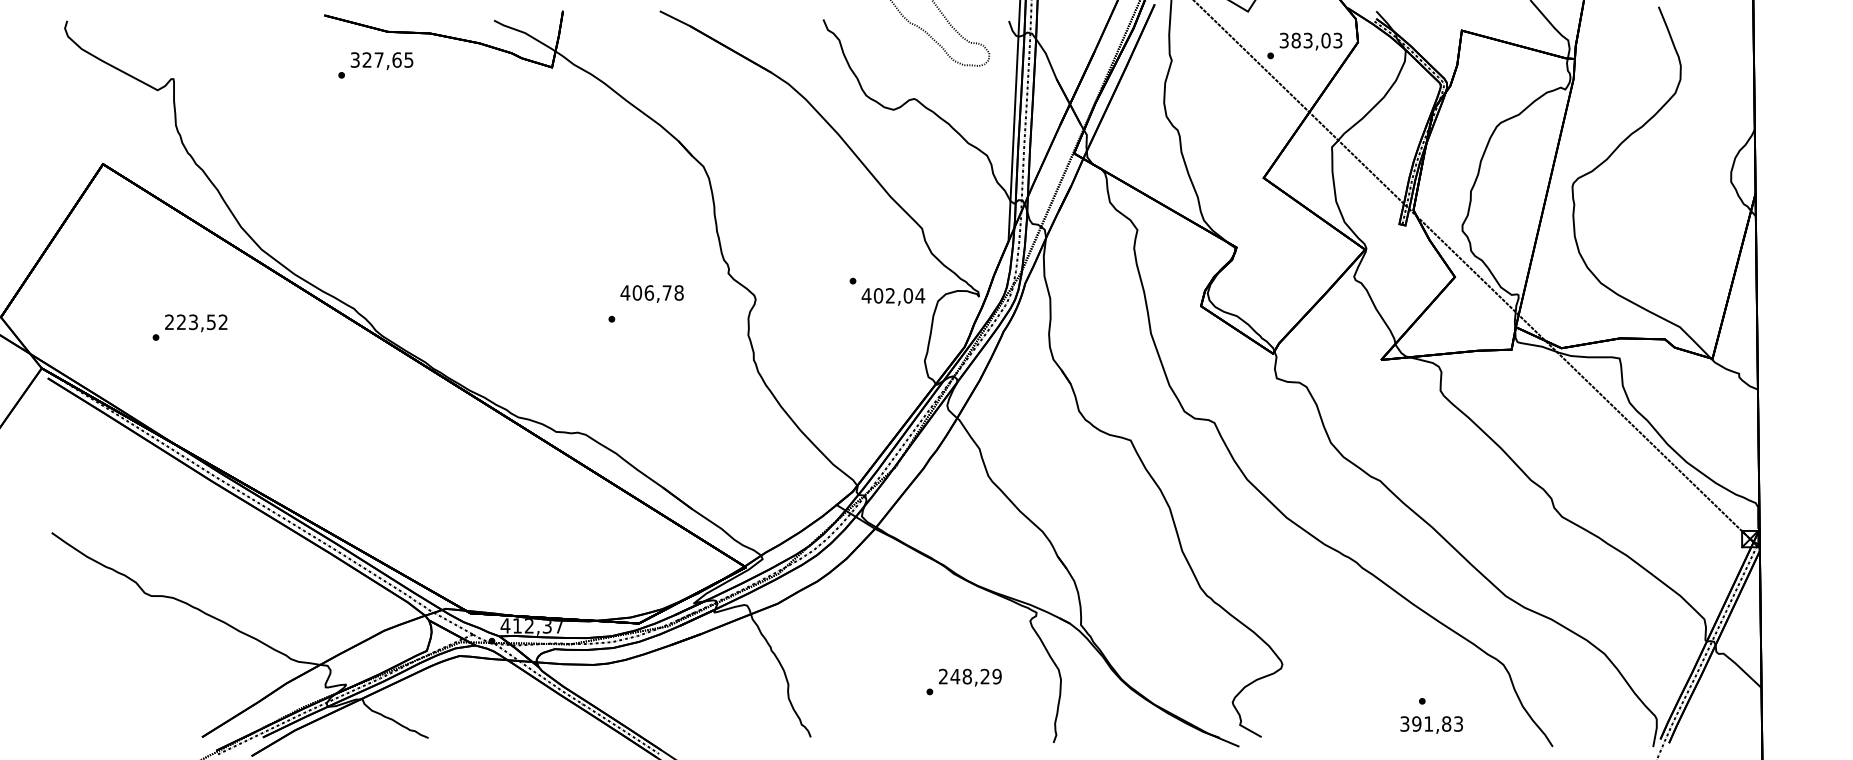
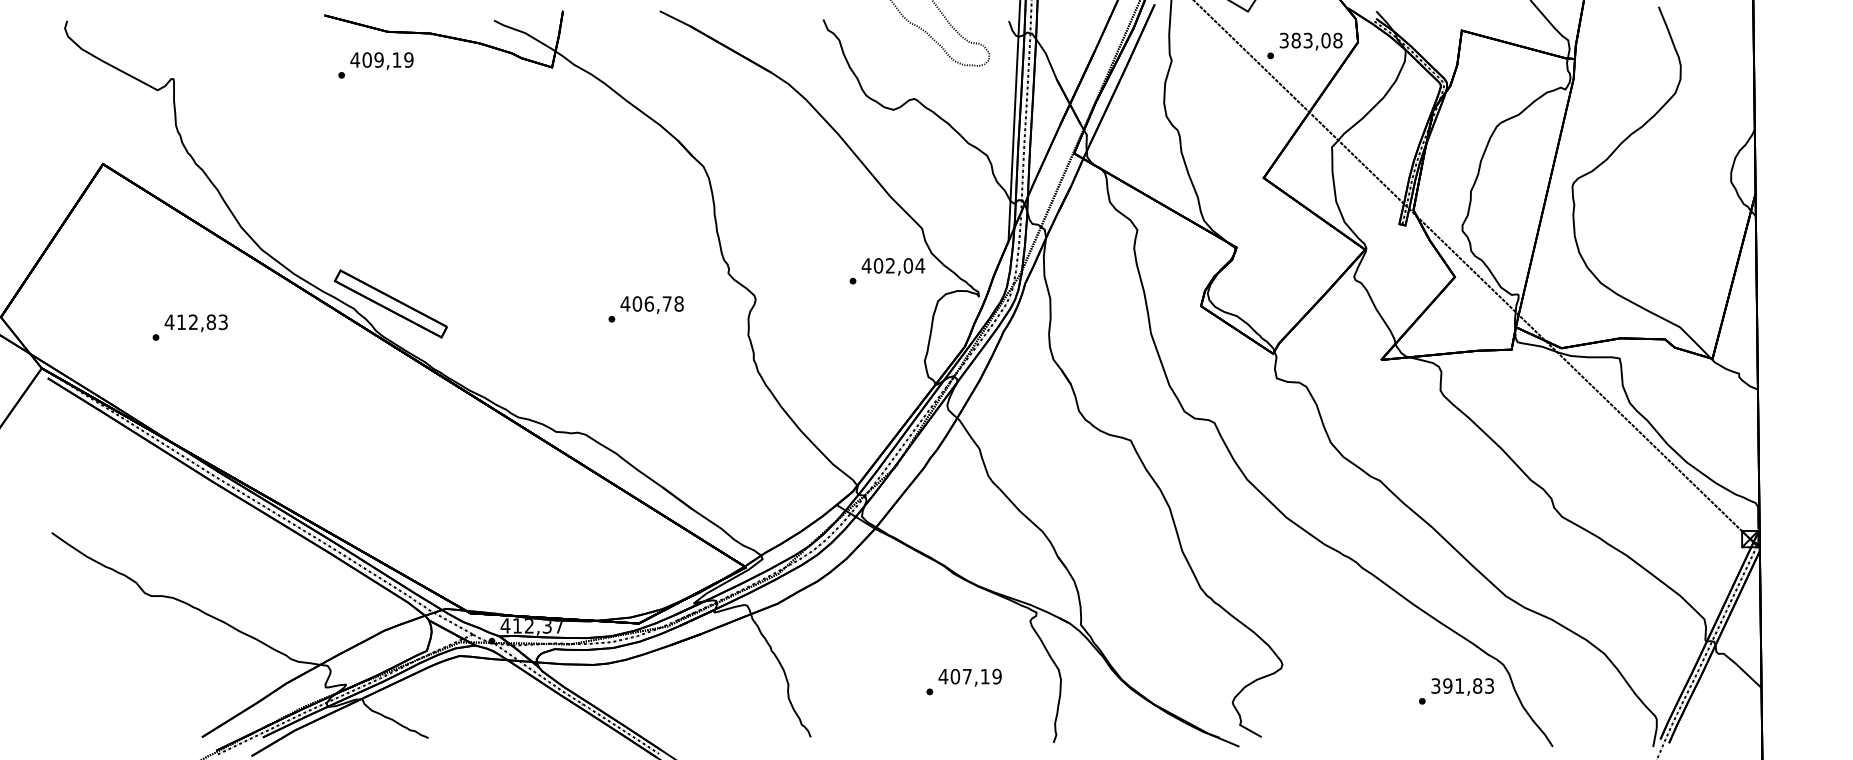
text at (1337, 40): 383,03 -> 383,08
text at (381, 59): 327,65 -> 409,19
text at (651, 293) position: (651, 293) -> (651, 304)
text at (893, 296) position: (893, 296) -> (893, 266)
part at (390, 303): none -> present
text at (195, 322): 223,52 -> 412,83
text at (963, 676): 248,29 -> 407,19
text at (1431, 724) position: (1431, 724) -> (1462, 686)
